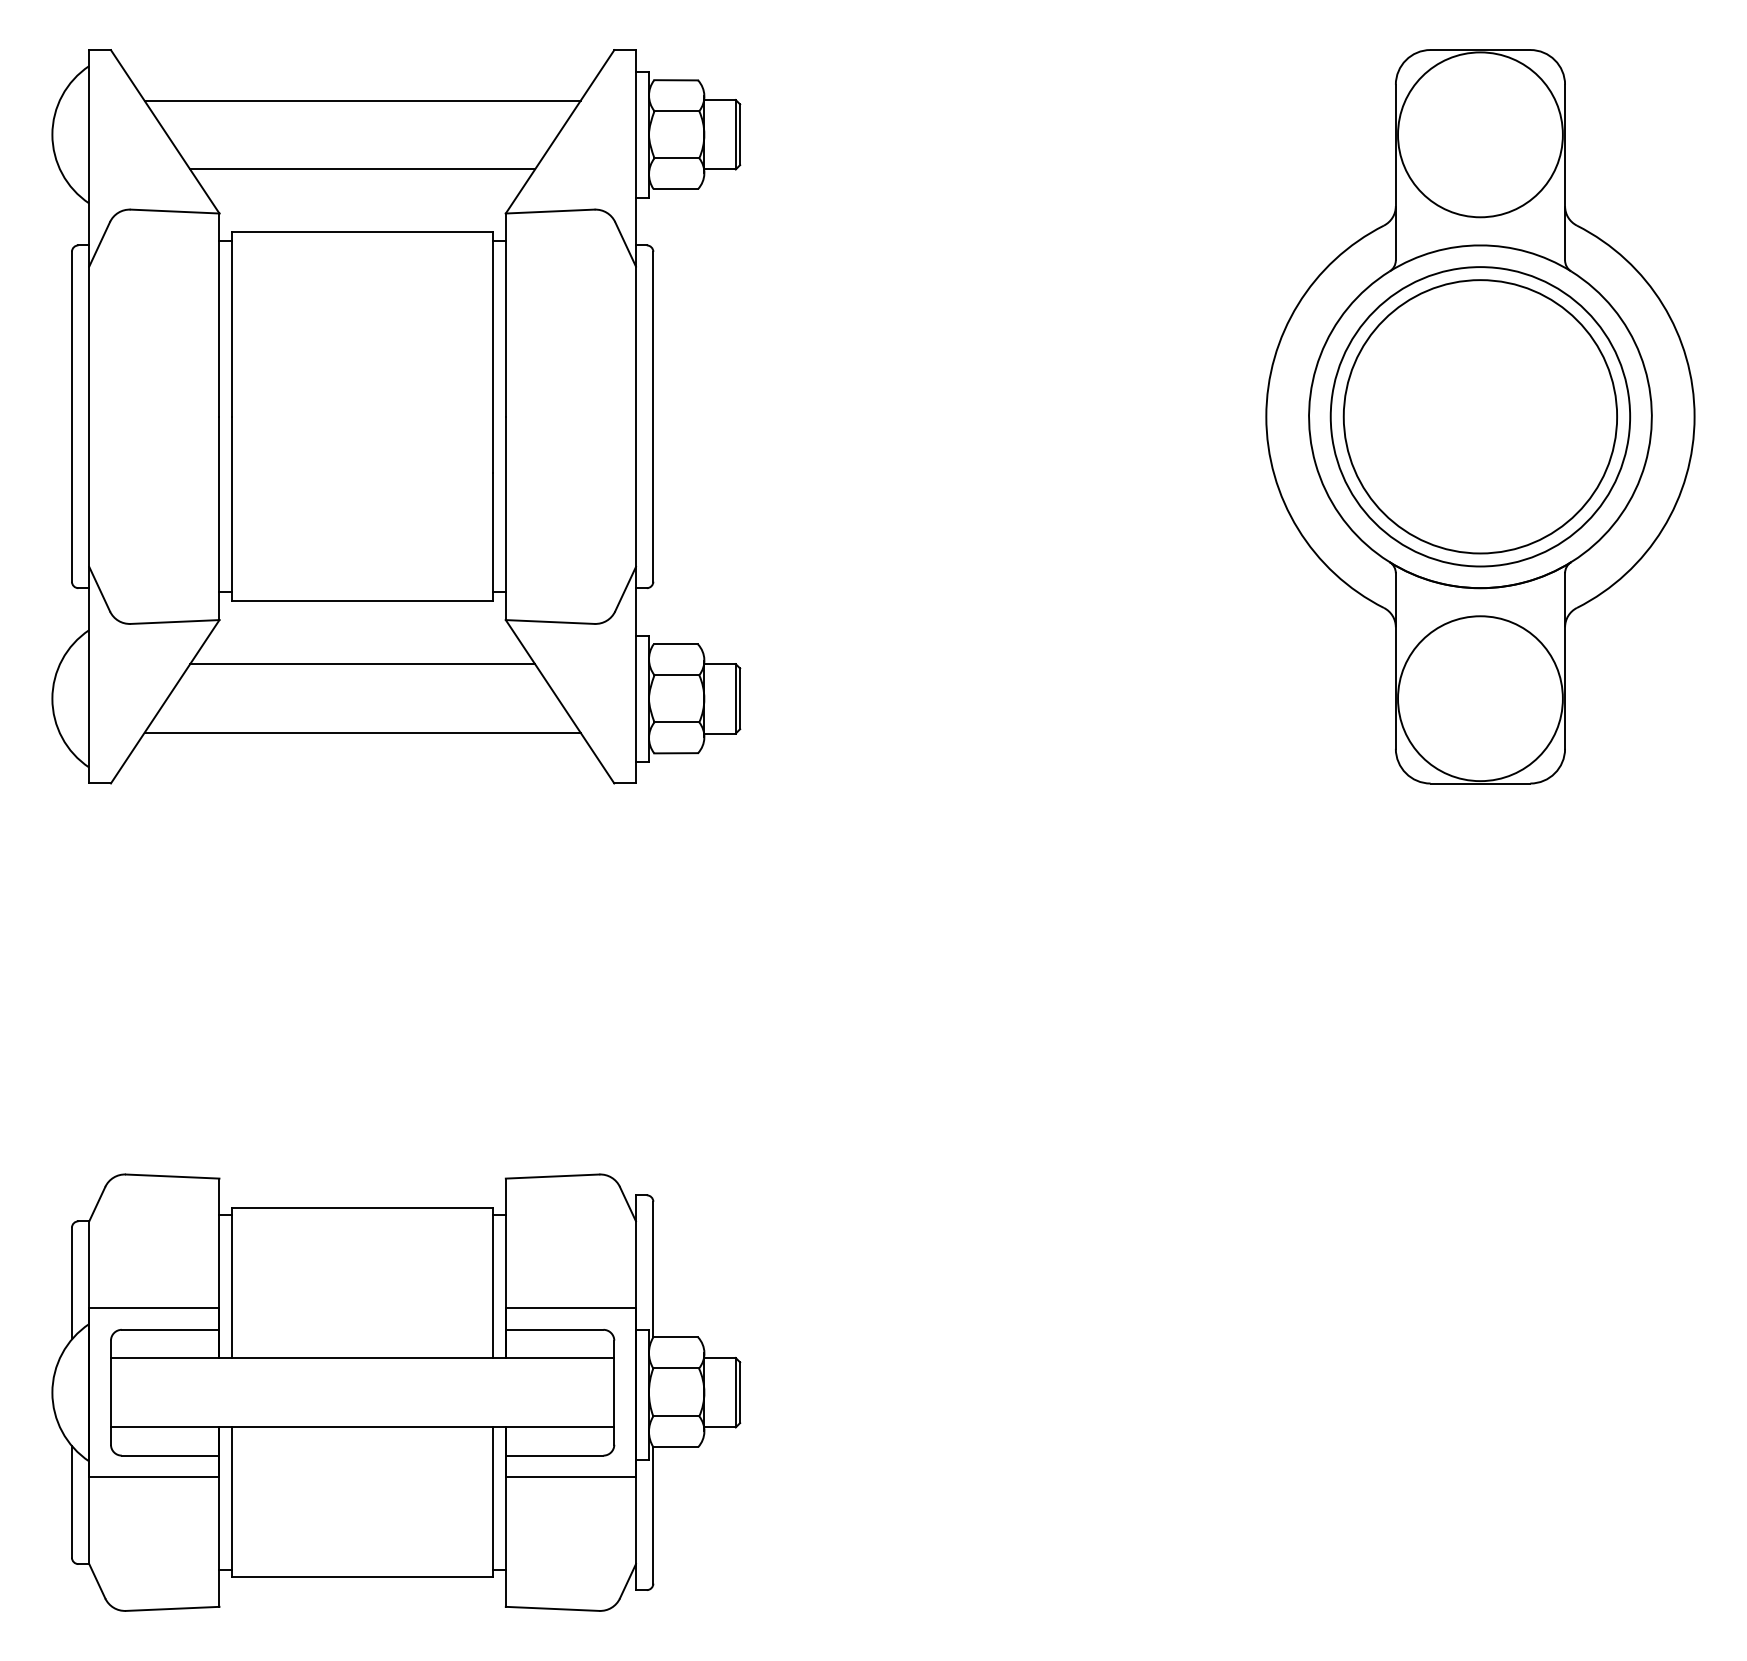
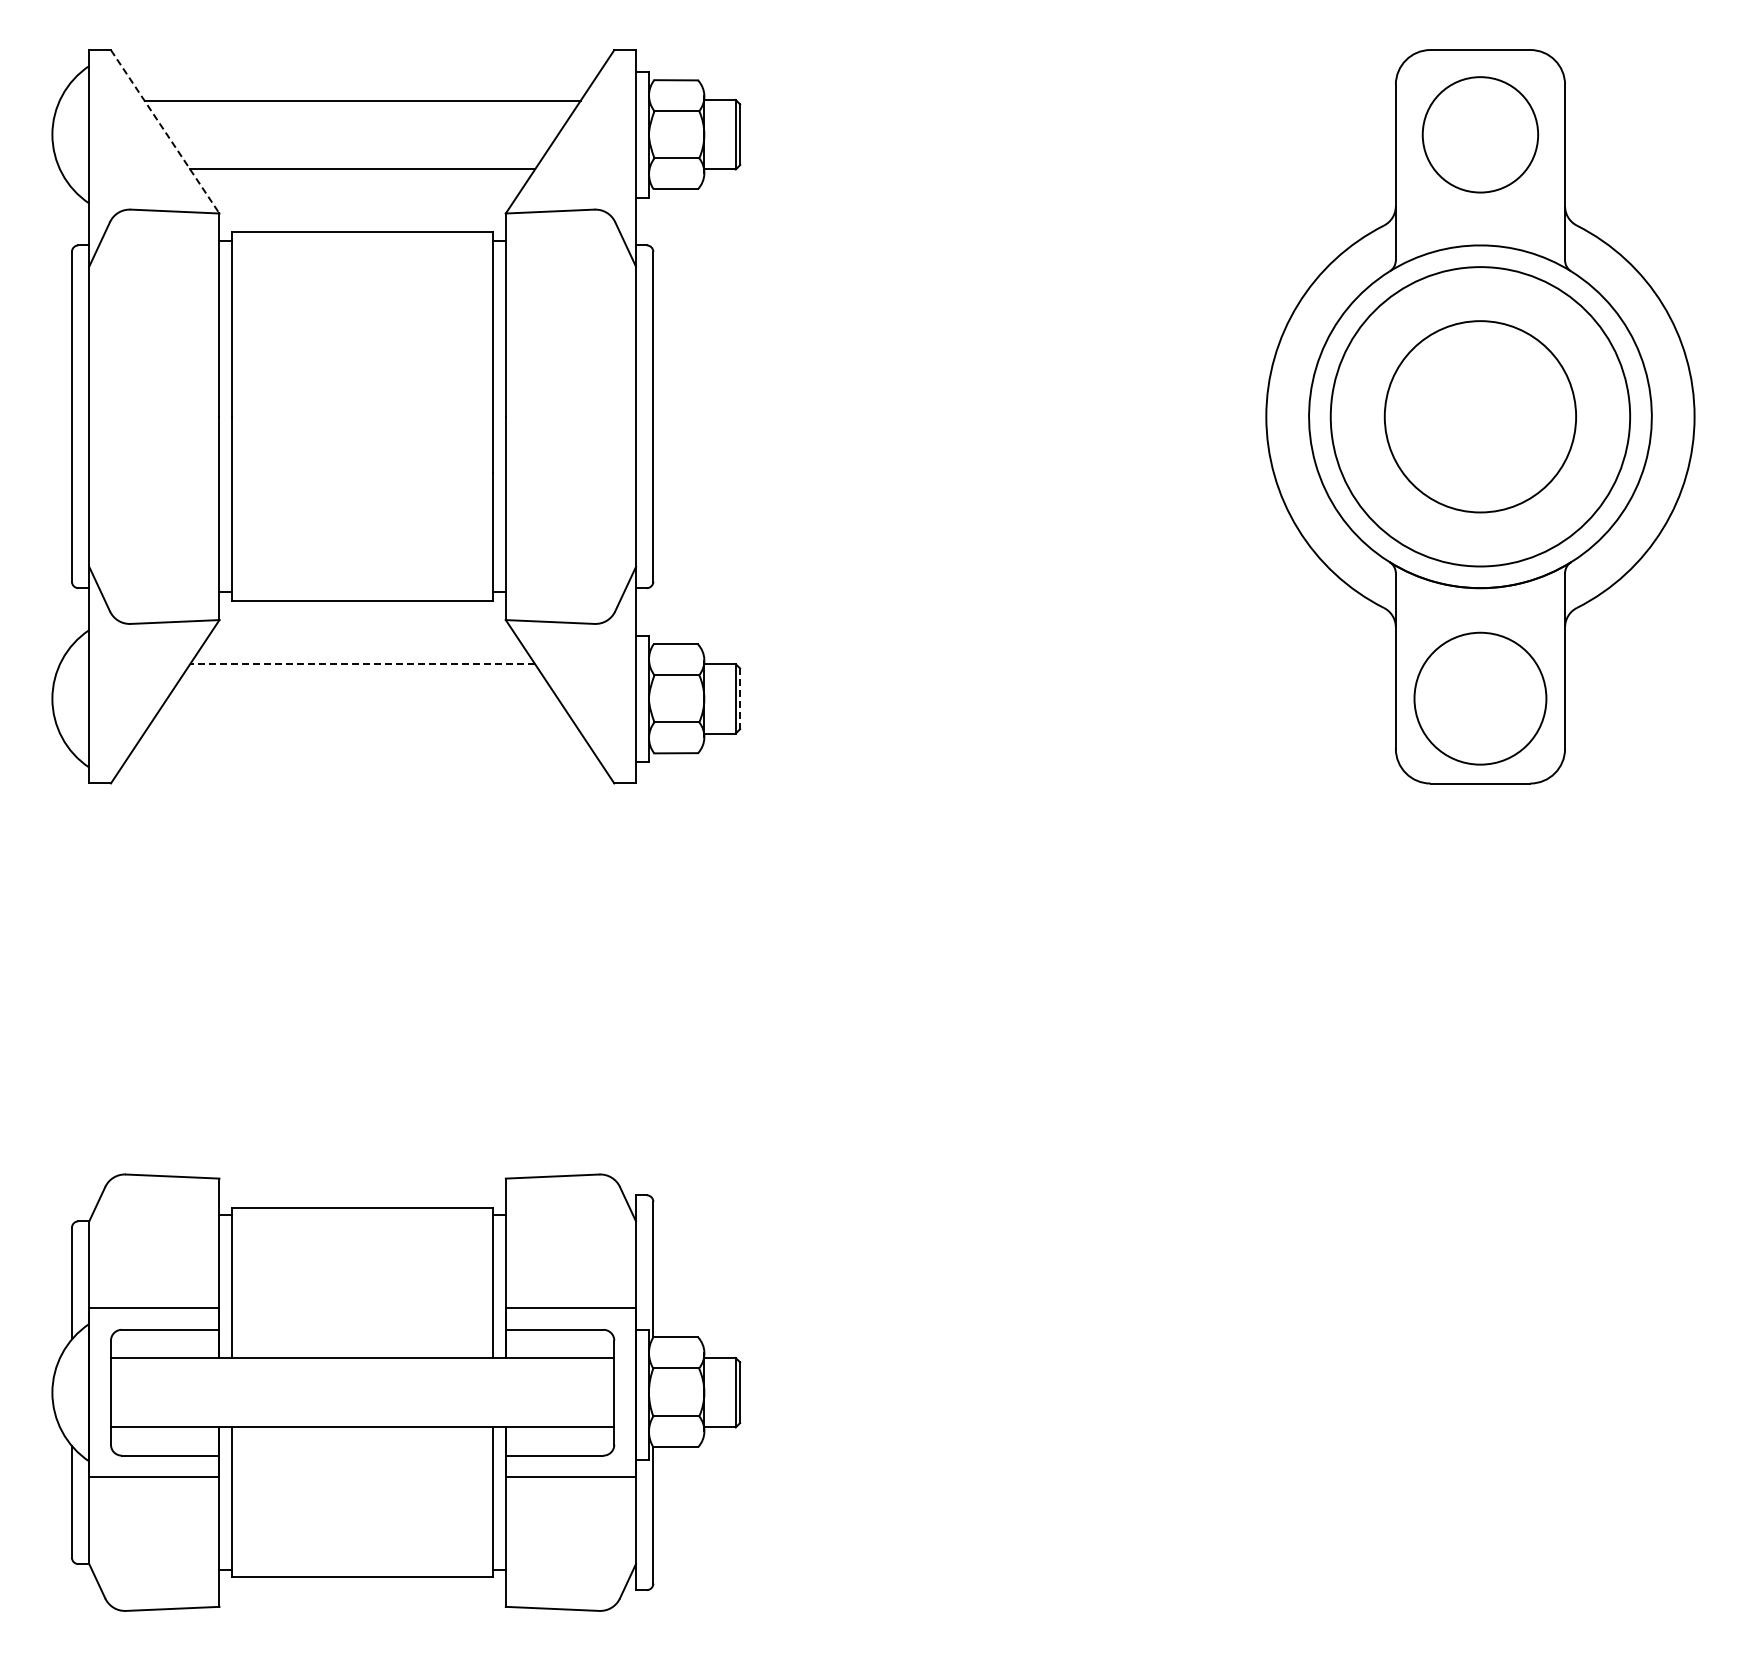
line at (165, 132): solid -> dashed
circle at (1480, 134) diameter: 165 px -> 115 px
circle at (1480, 416) diameter: 273 px -> 191 px
line at (362, 664): solid -> dashed
circle at (1480, 698) diameter: 165 px -> 132 px
line at (740, 699): solid -> dashed
line at (362, 732): present -> none
